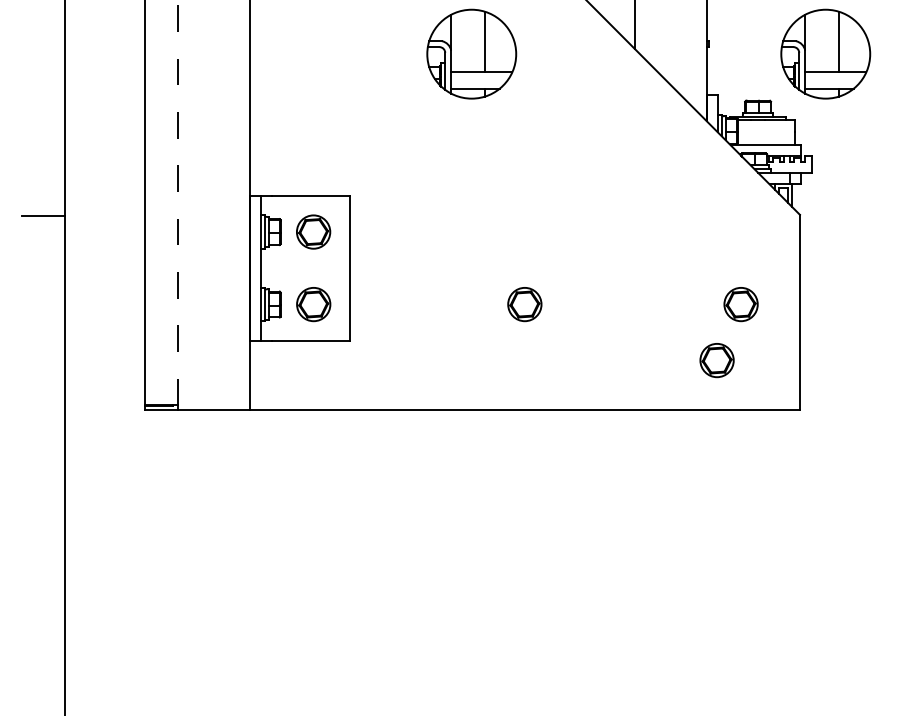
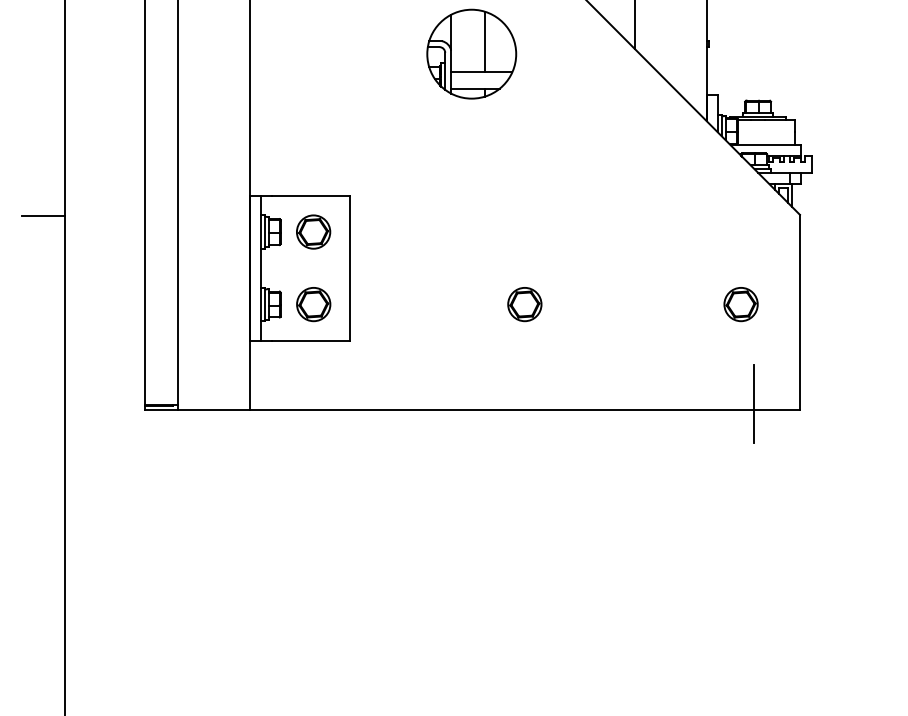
part at (825, 53): present -> none
line at (178, 202): dashed -> solid
part at (716, 360): present -> none
line at (754, 404): none -> present
